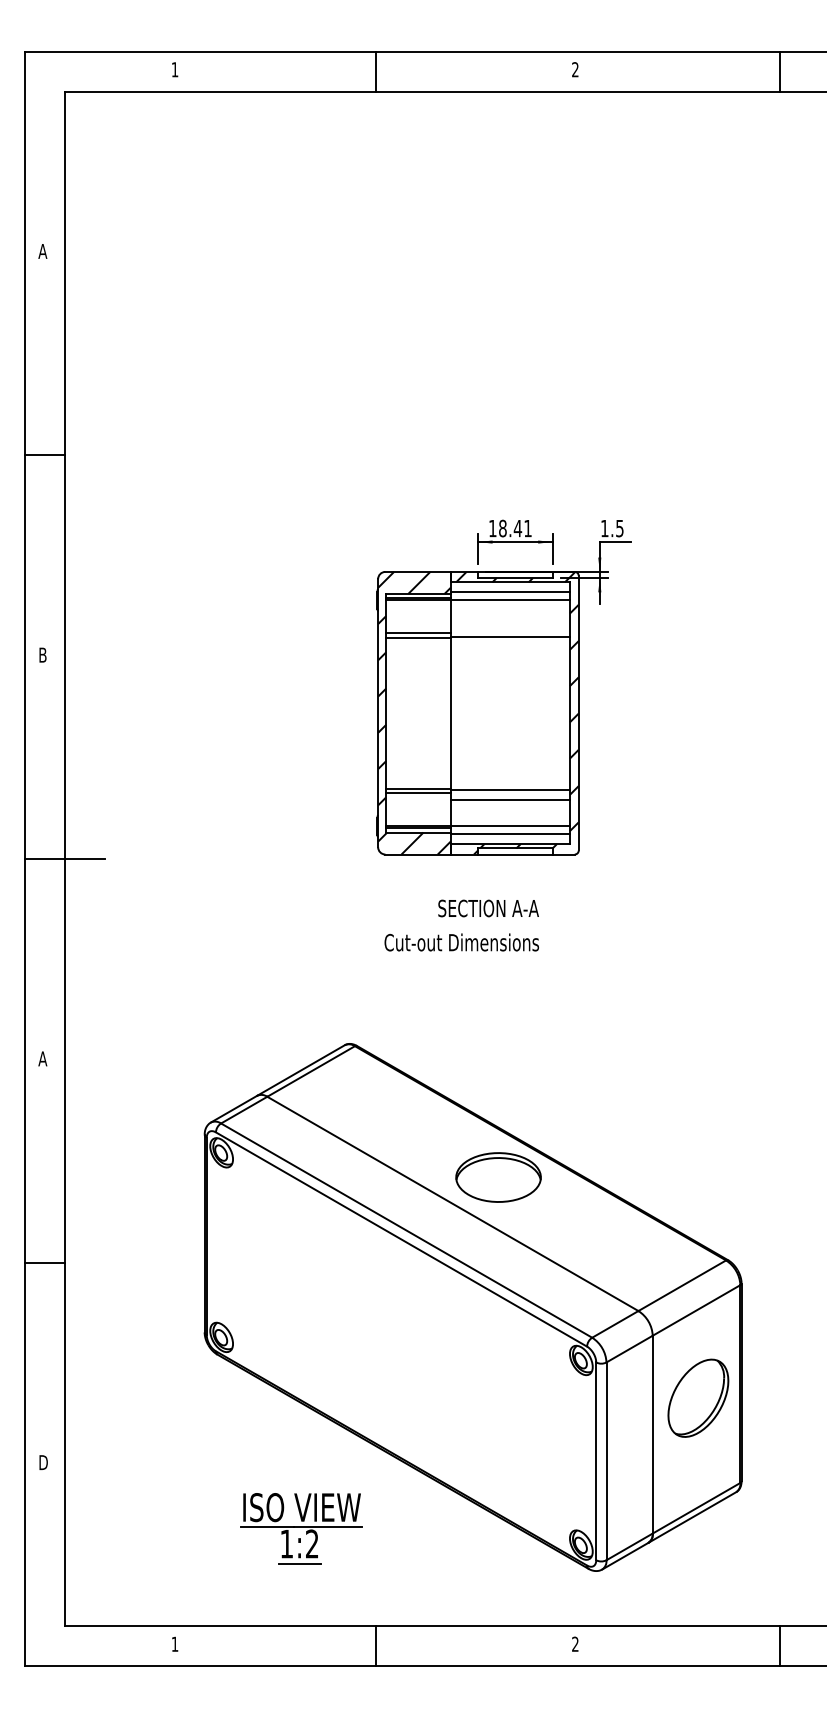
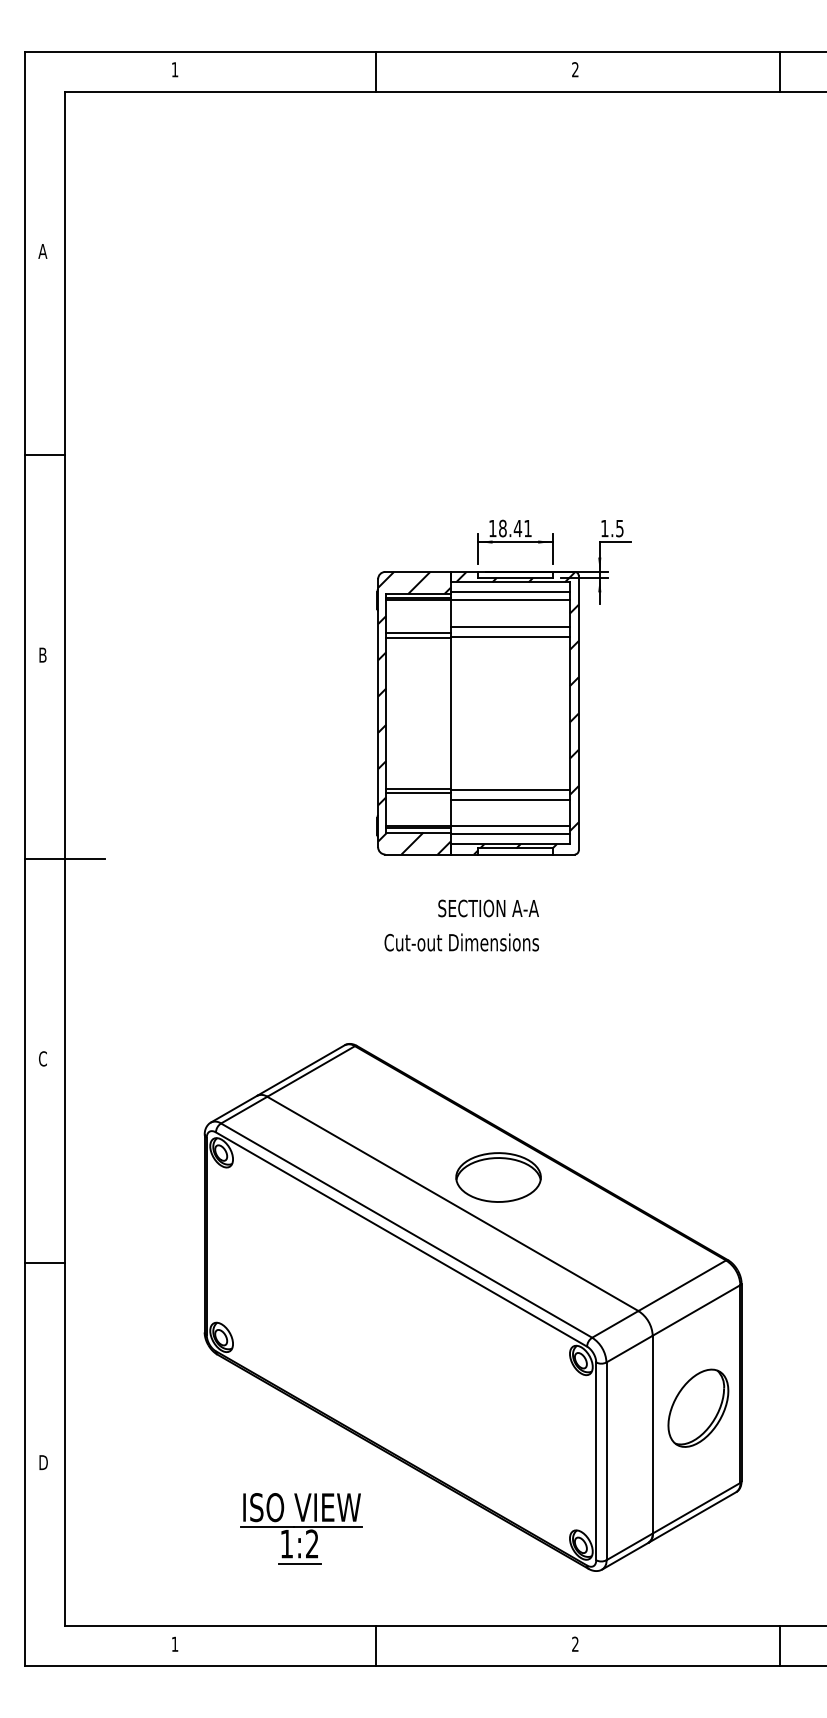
line at (509, 626): none -> present
text at (42, 1058): A -> C
part at (698, 1397) position: (698, 1397) -> (698, 1407)
